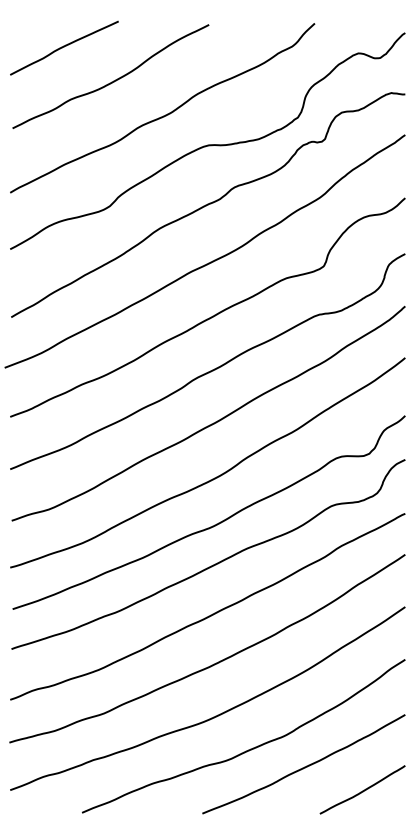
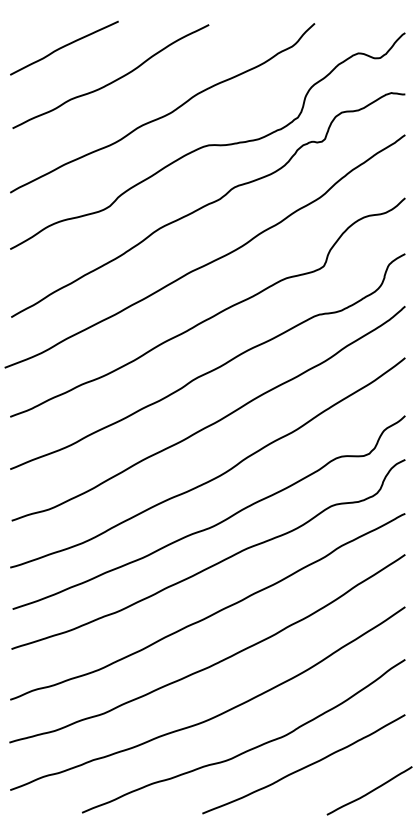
curve at (362, 790) position: (362, 790) -> (369, 791)
